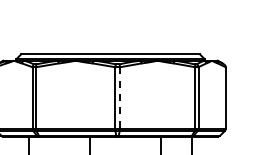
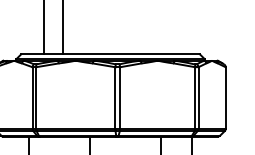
line at (44, 28): none -> present
line at (63, 28): none -> present
line at (120, 98): dashed -> solid
